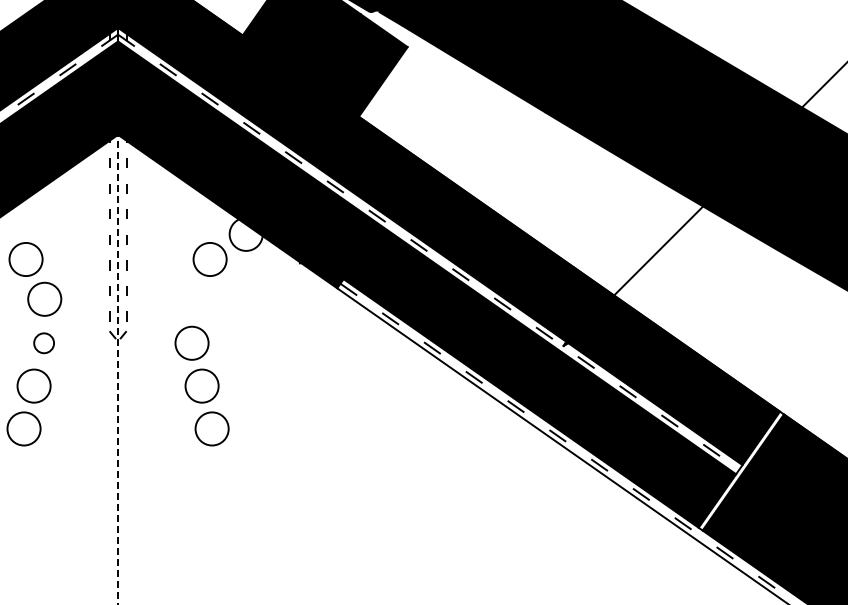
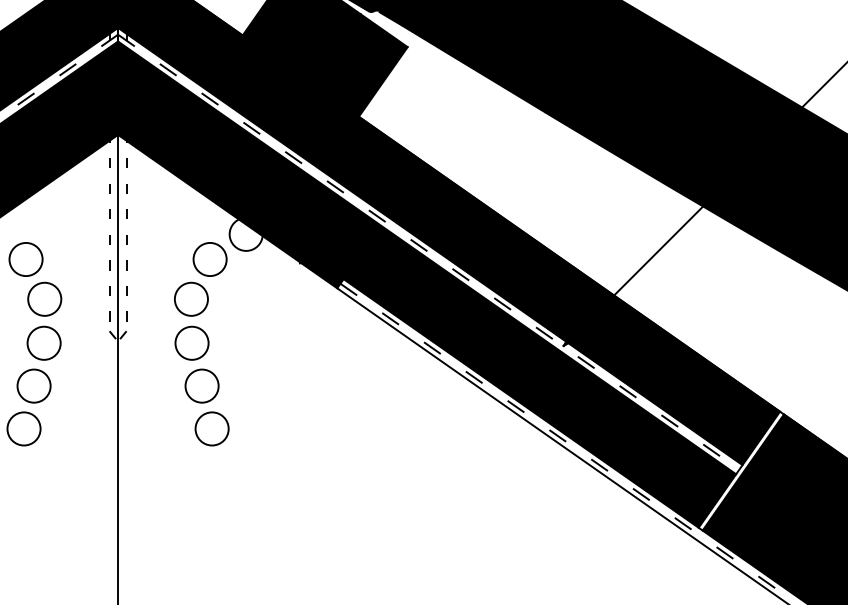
circle at (191, 298): none -> present
circle at (44, 343) diameter: 20 px -> 33 px
line at (118, 369): dashed -> solid
